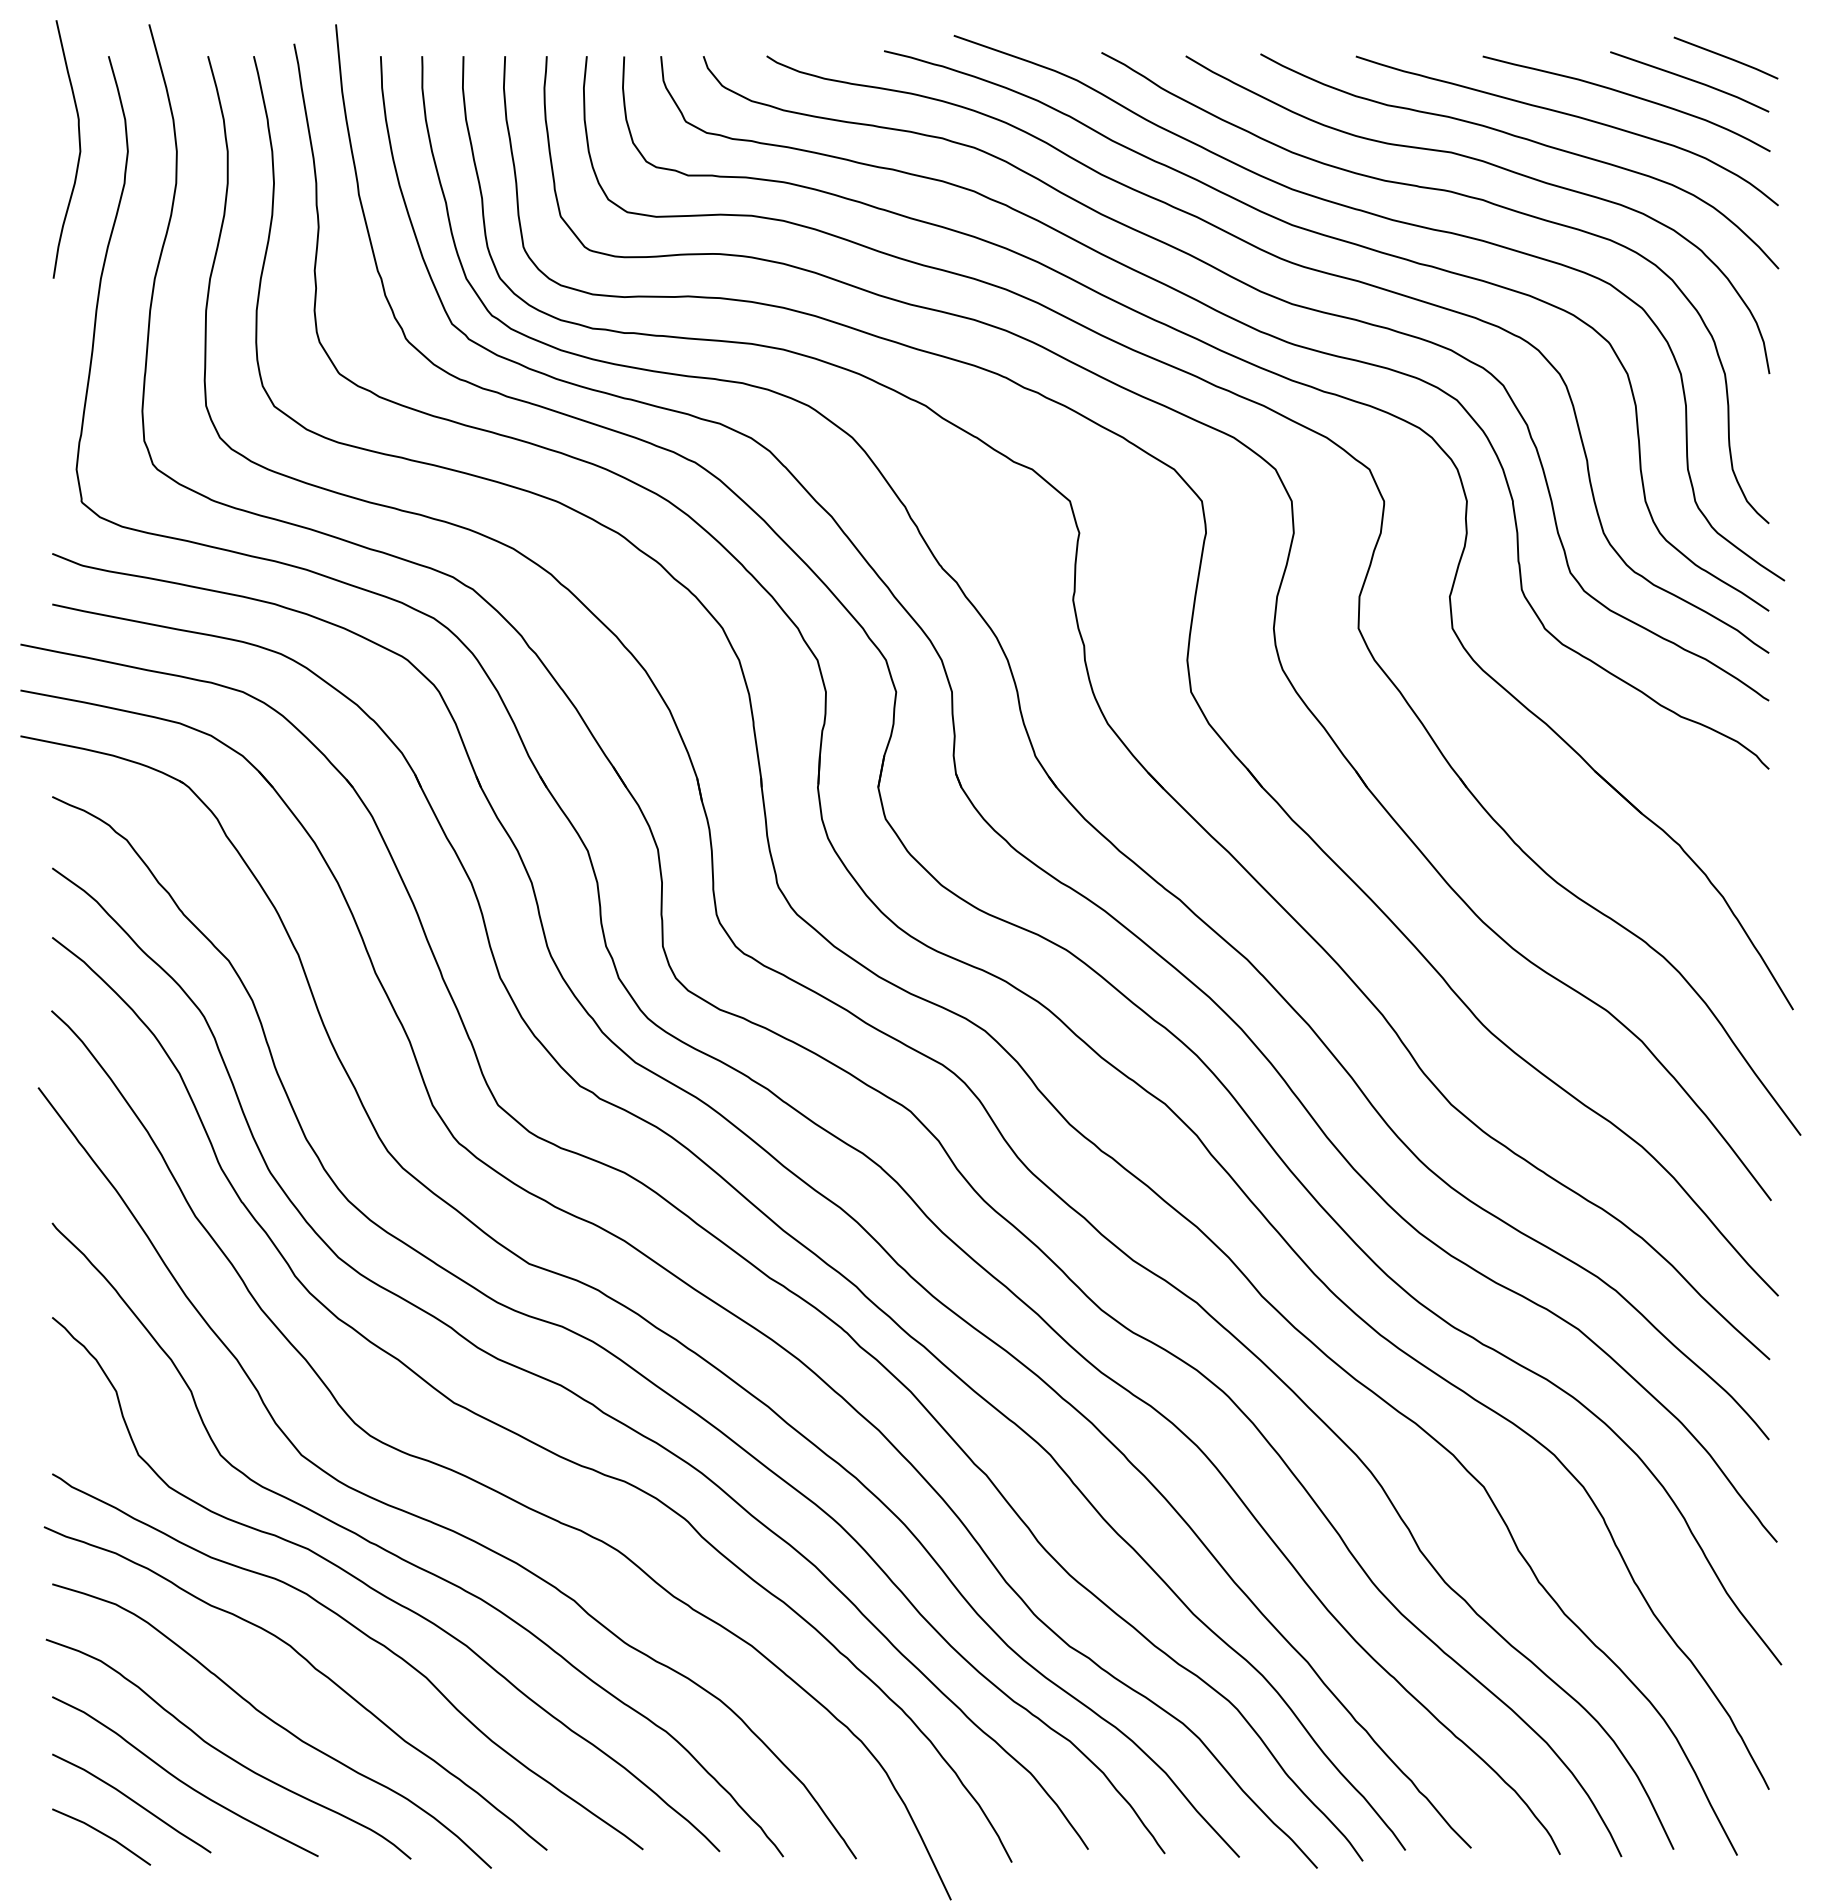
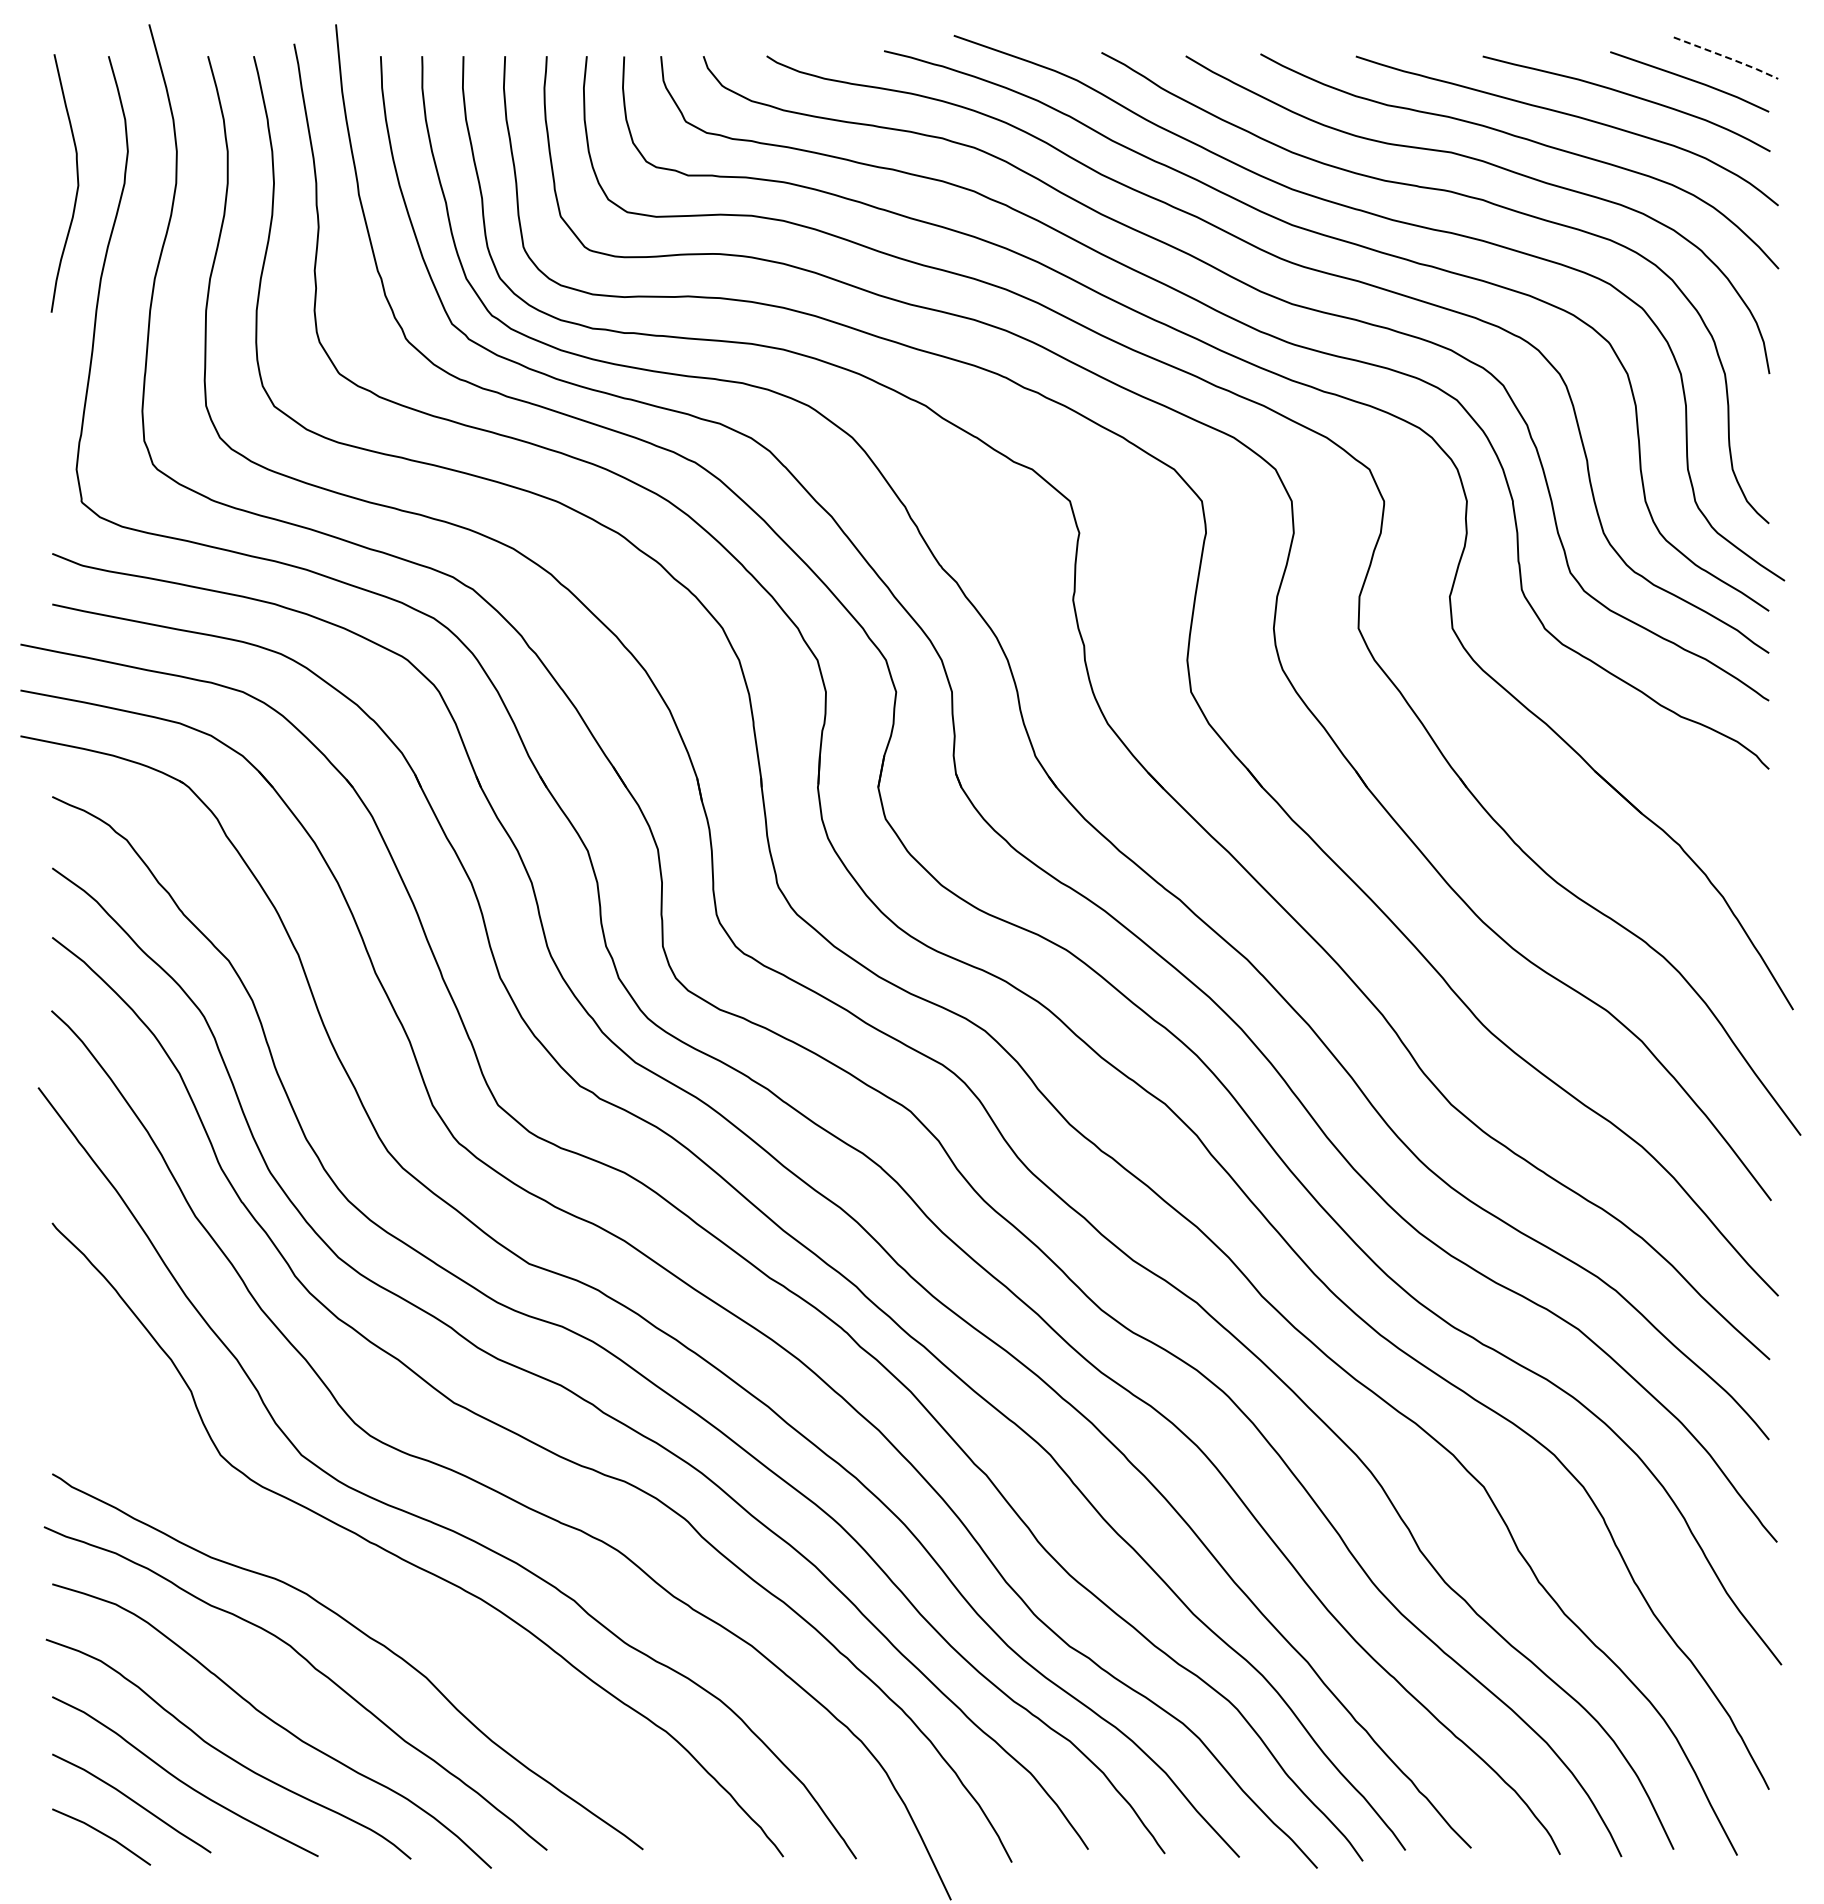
line at (1727, 57): solid -> dashed
curve at (79, 149) position: (79, 149) -> (77, 183)
curve at (382, 1593): present -> none
